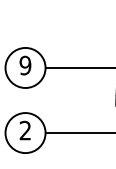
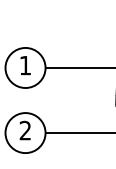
text at (25, 65): 9 -> 1
